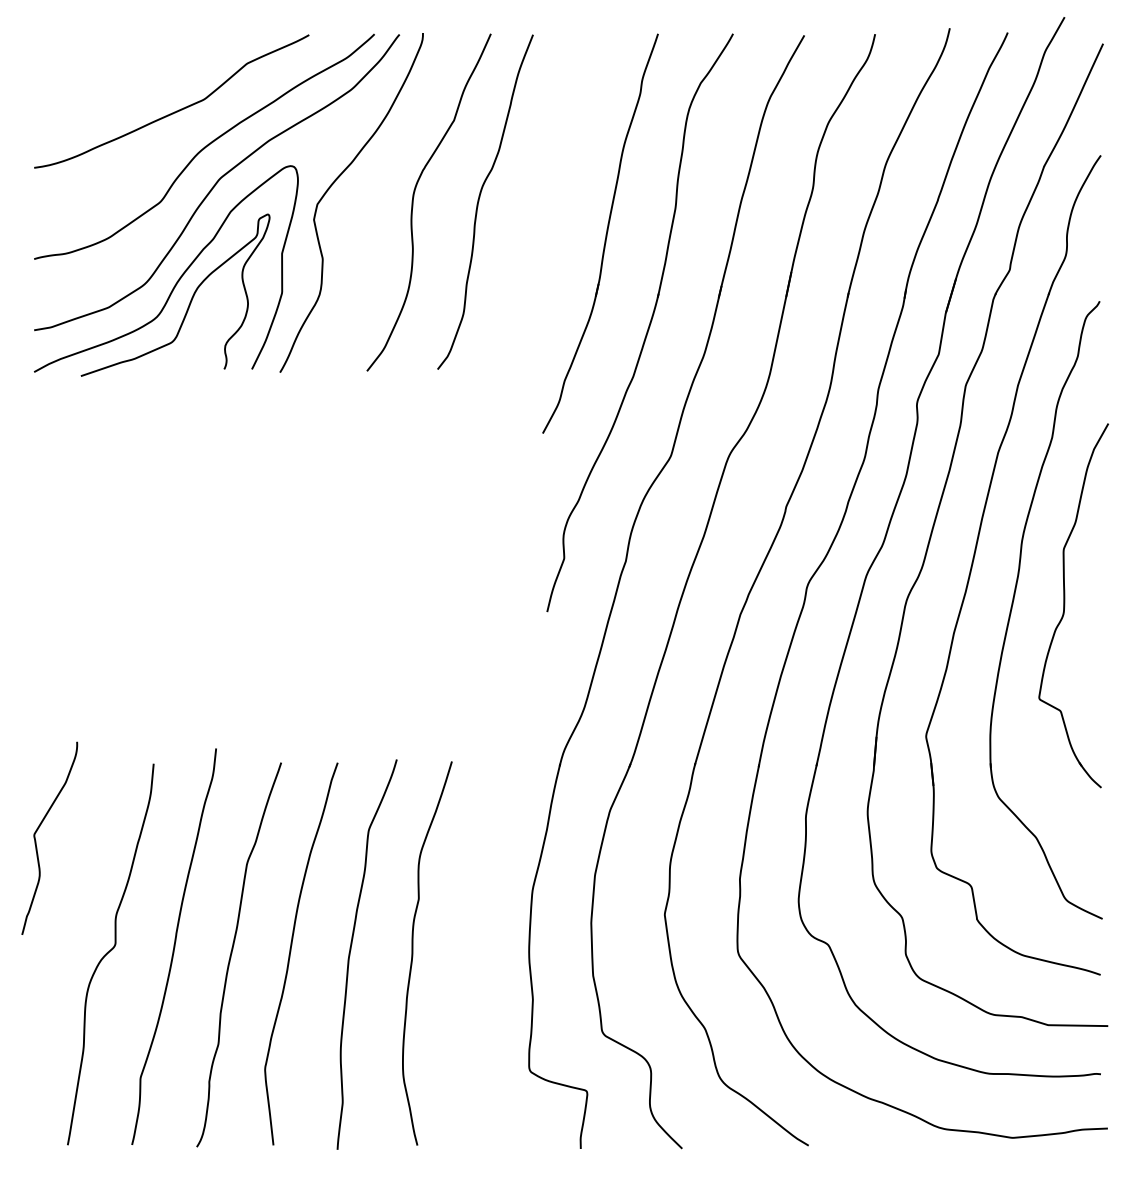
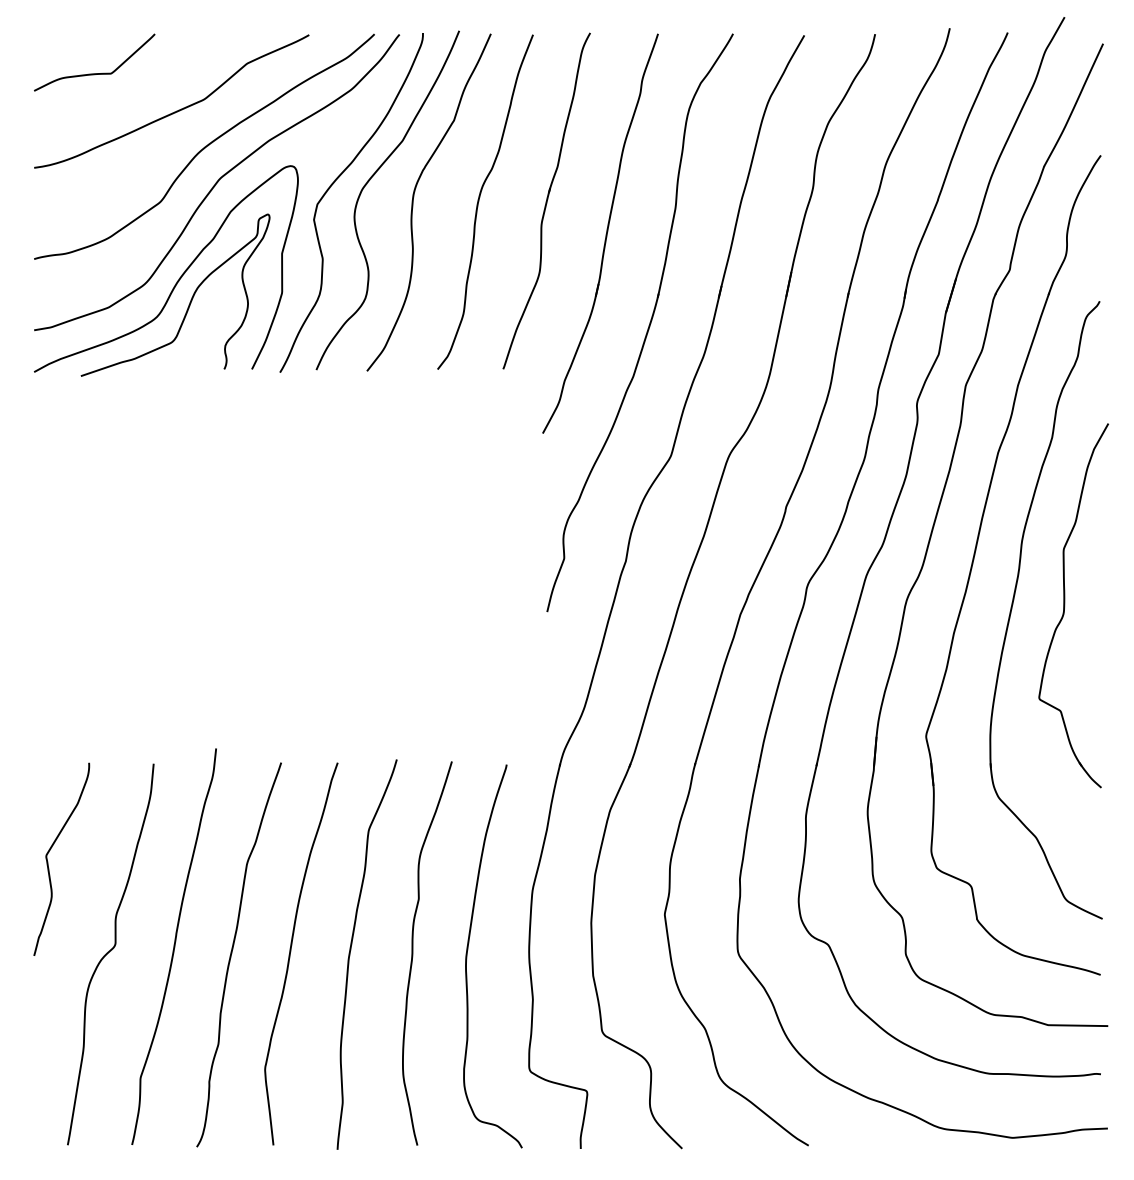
curve at (94, 73): none -> present
curve at (367, 184): none -> present
part at (546, 200): none -> present
curve at (36, 840) position: (36, 840) -> (48, 861)
curve at (468, 950): none -> present
